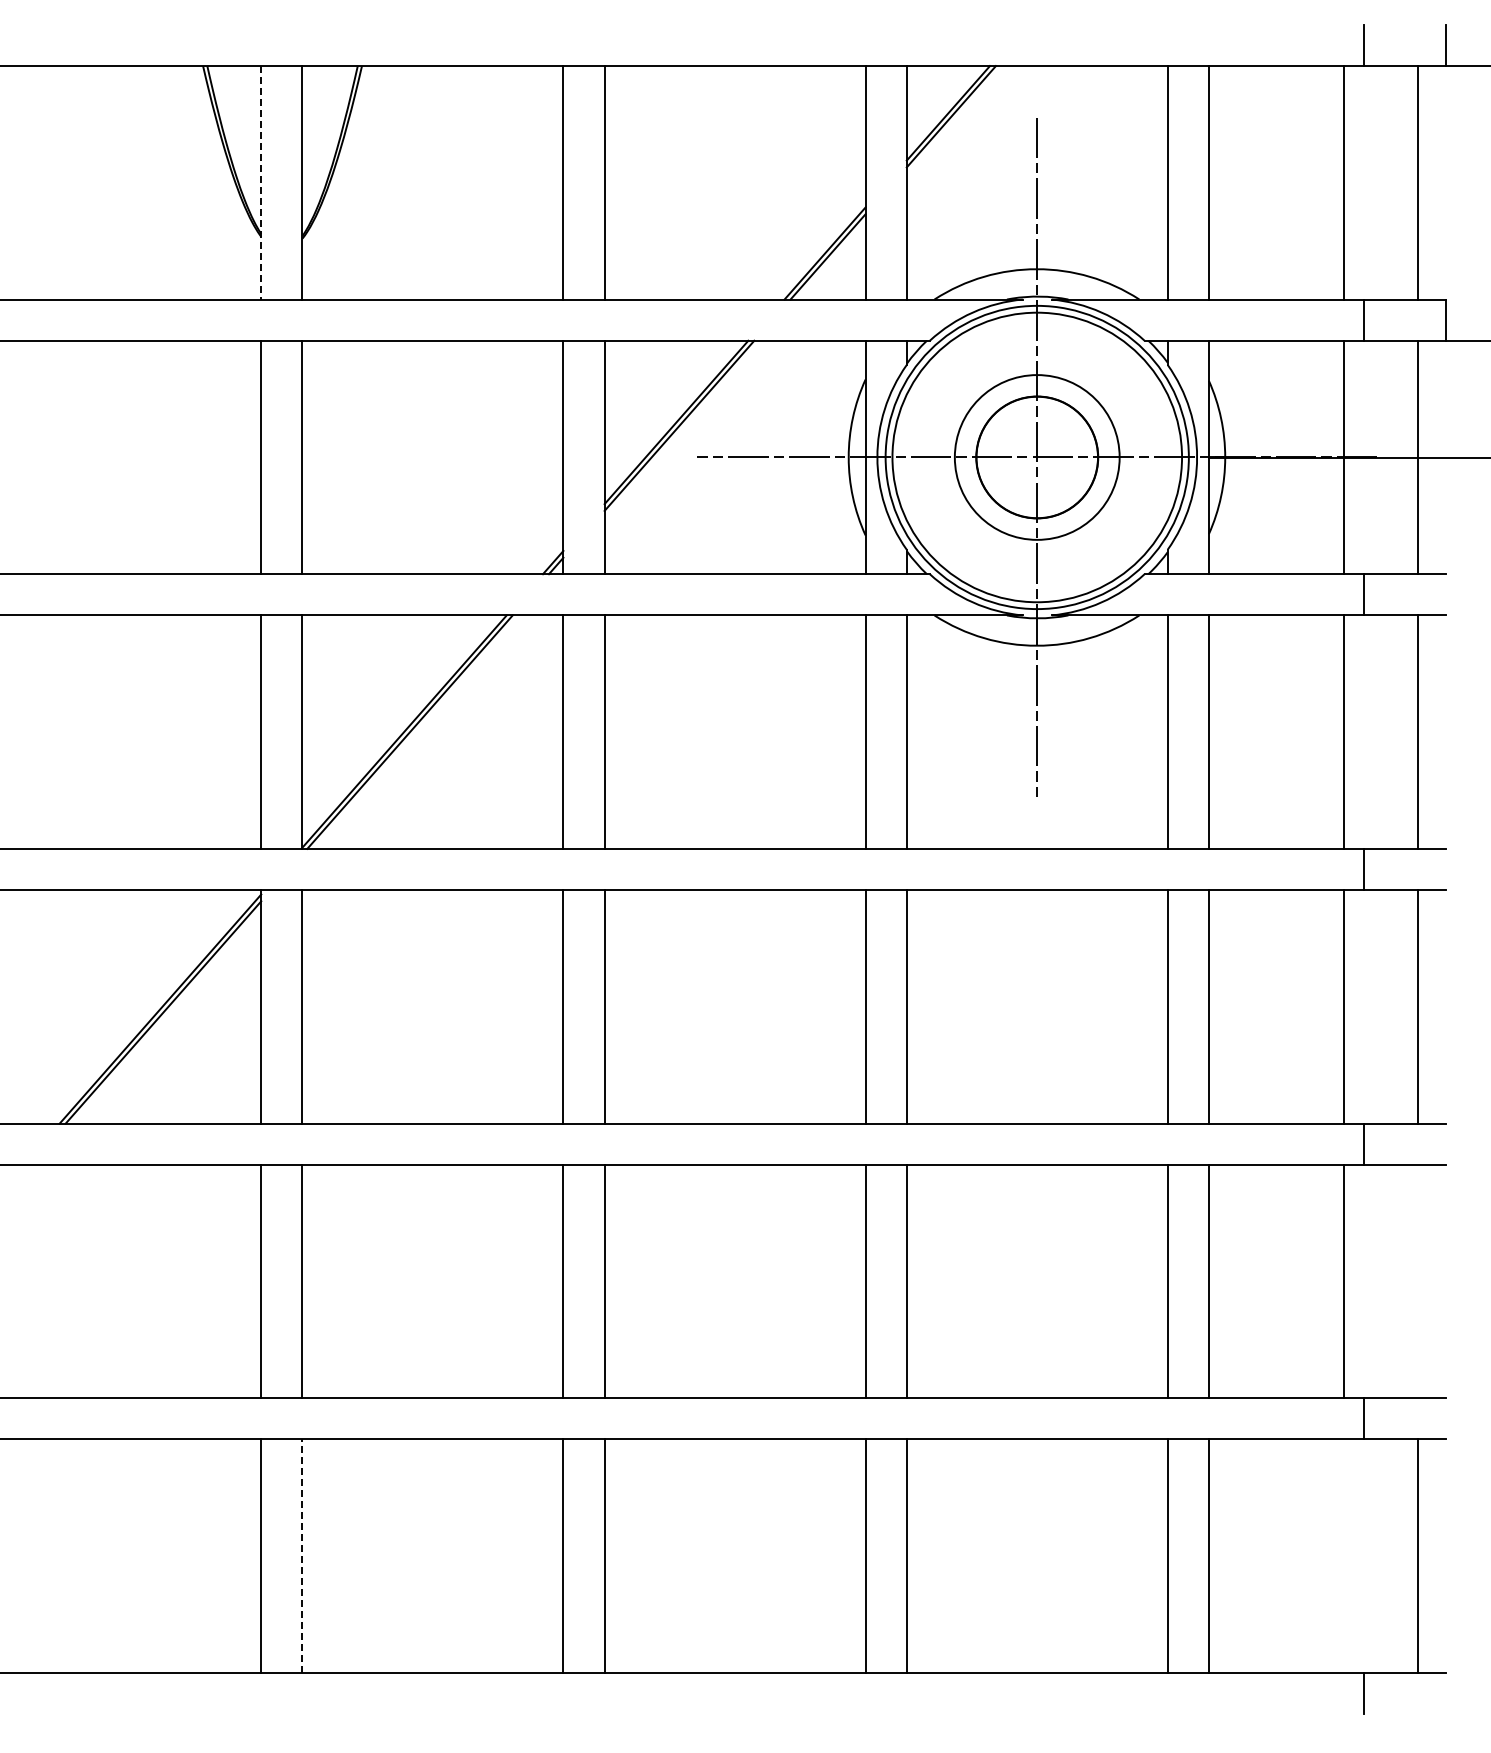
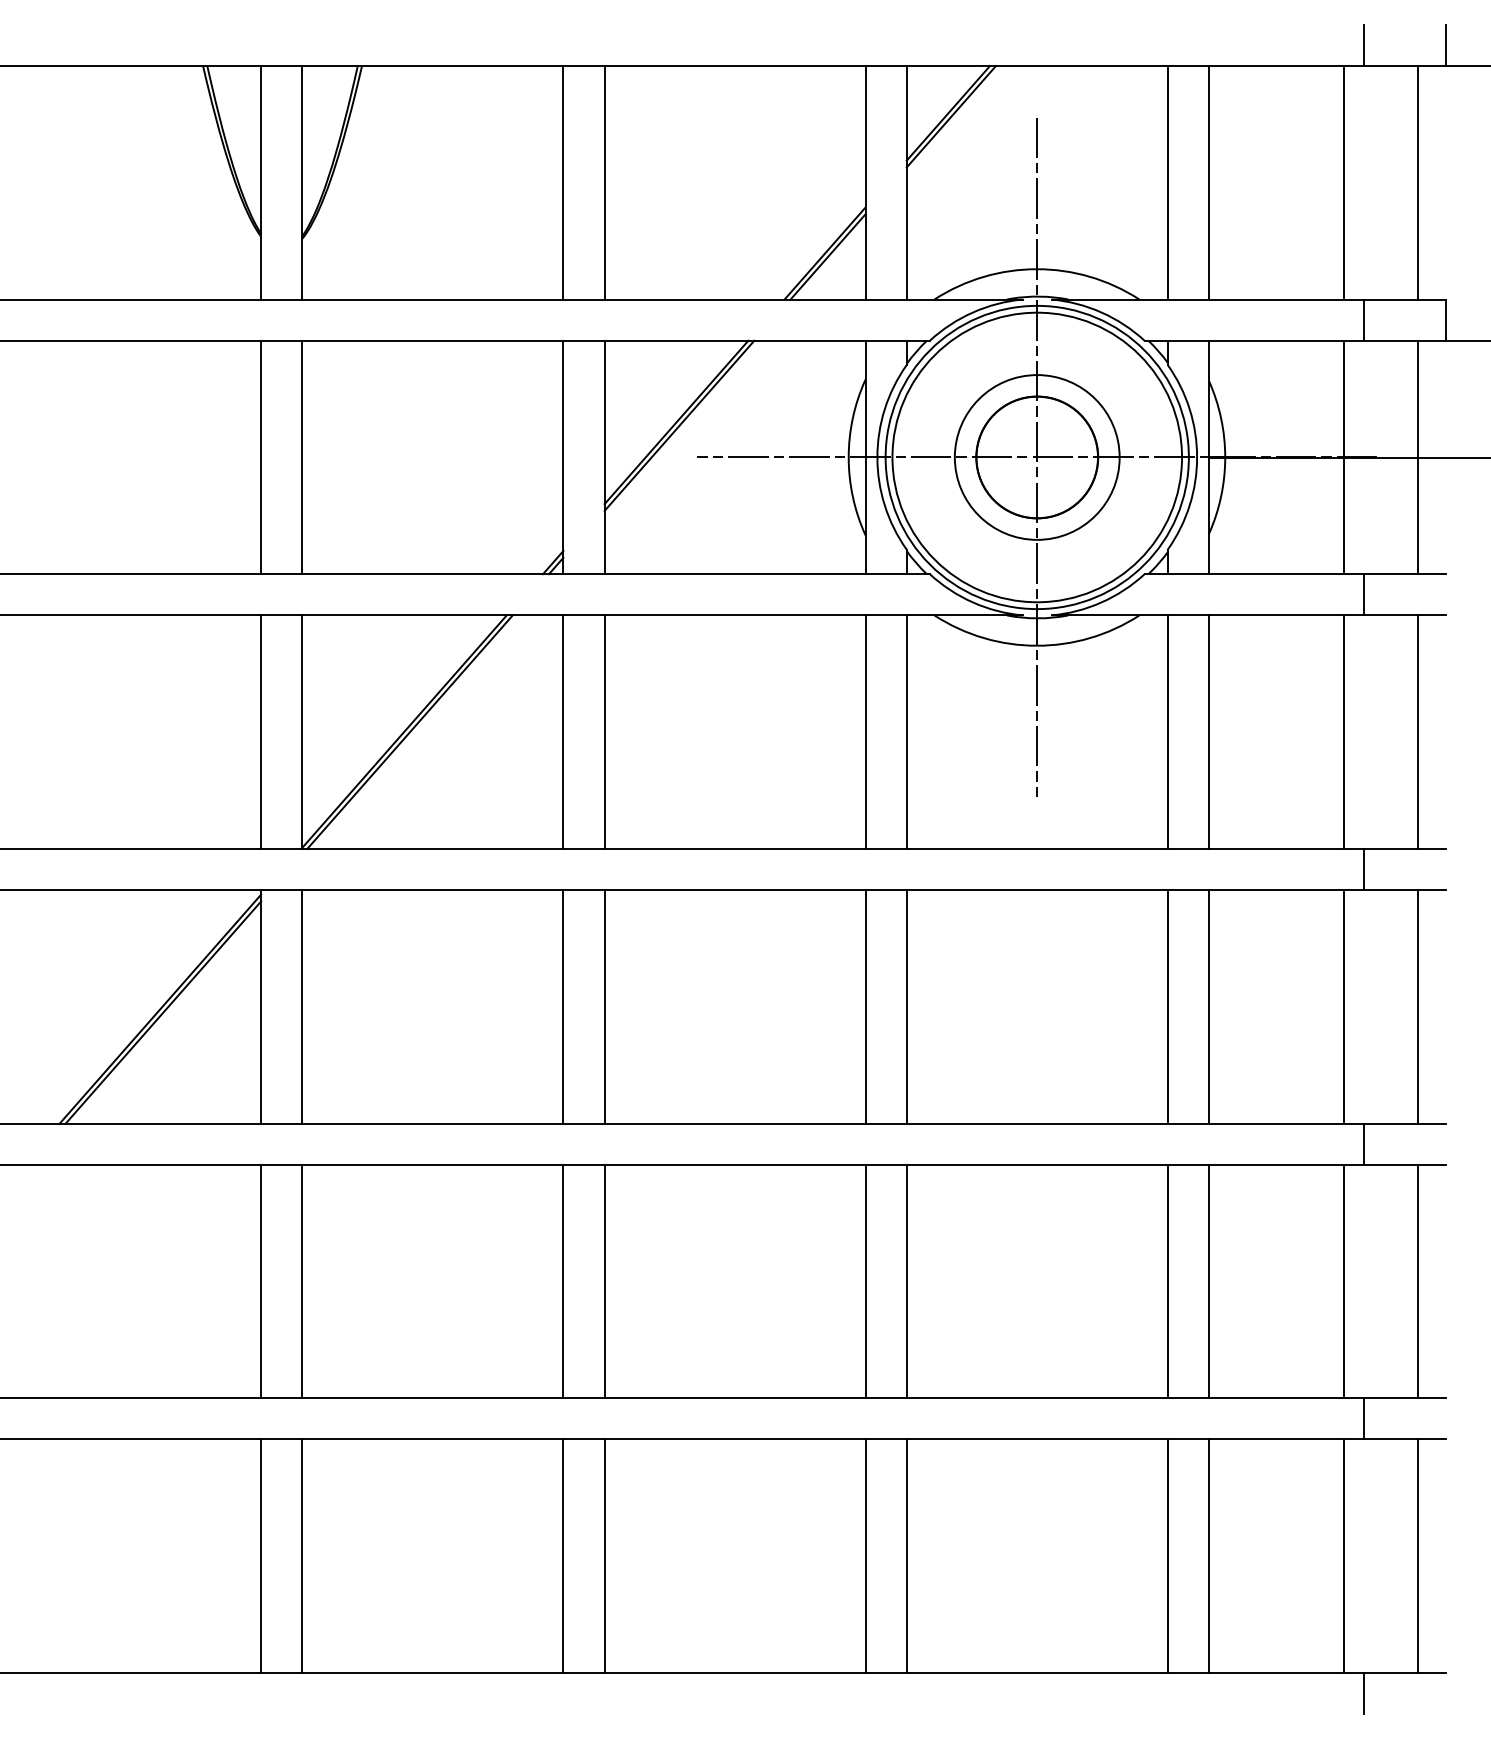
line at (261, 182): dashed -> solid
line at (1417, 1281): none -> present
line at (1344, 1555): none -> present
line at (302, 1556): dashed -> solid
